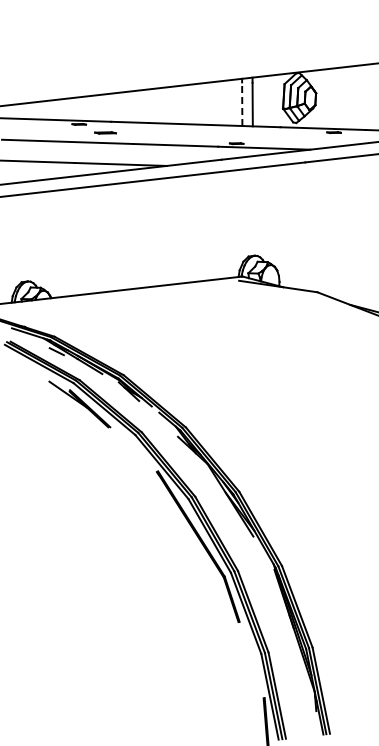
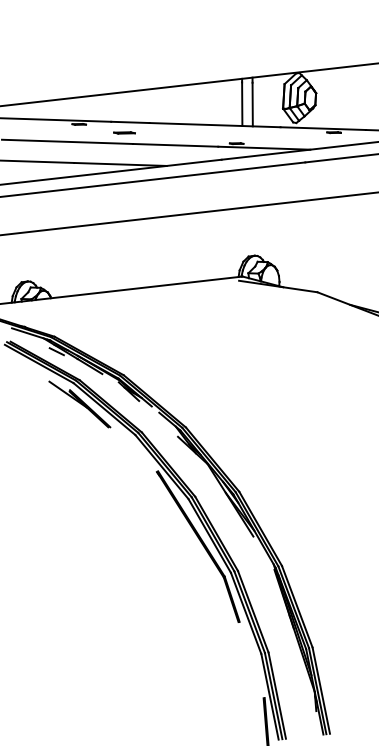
line at (242, 104): dashed -> solid
line at (105, 132) position: (105, 132) -> (124, 132)
line at (188, 213): none -> present
